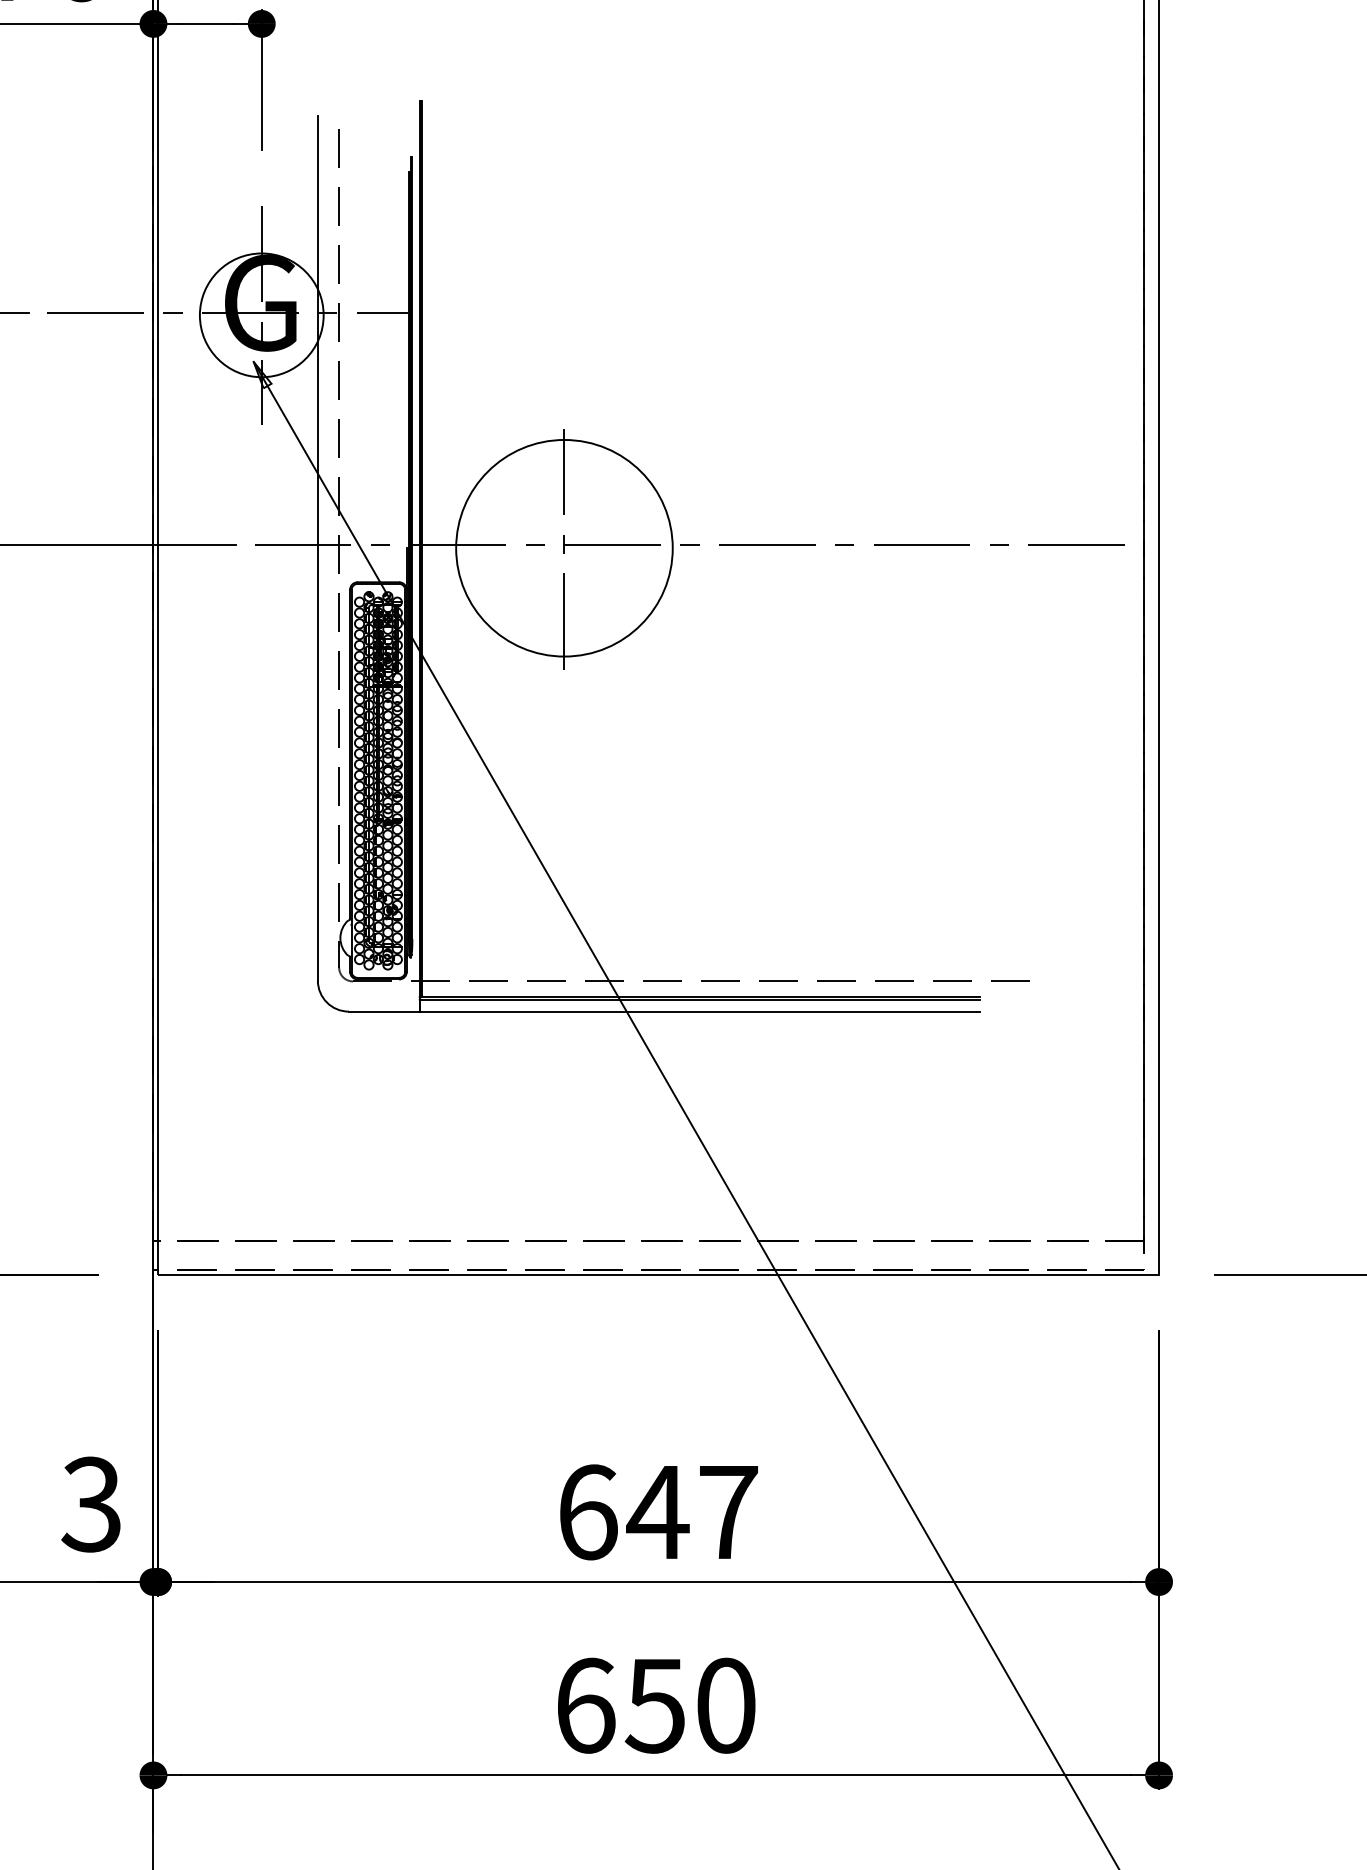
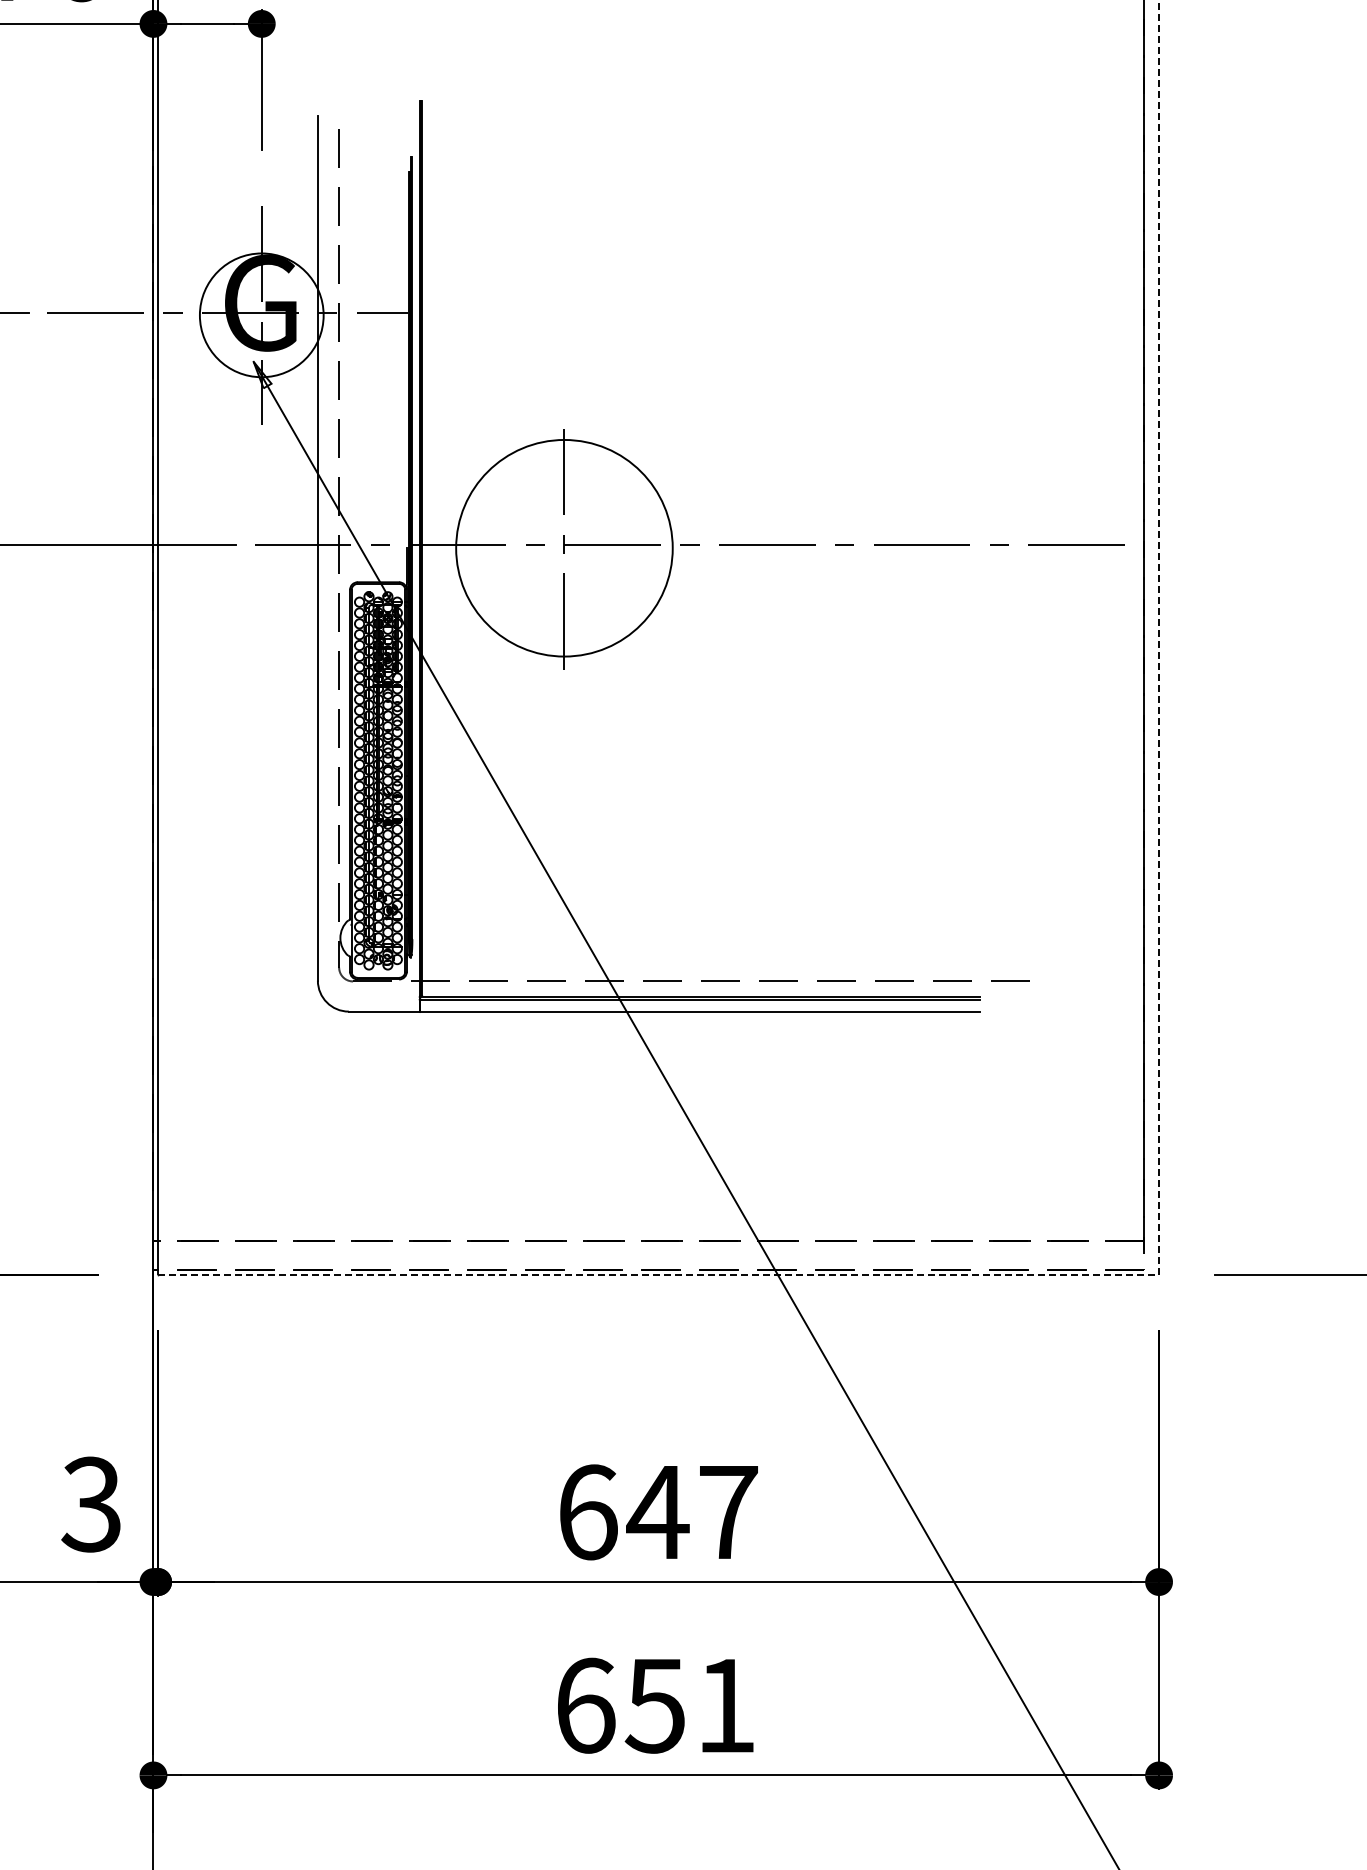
line at (1159, 1139): solid -> dashed
text at (726, 1705): 650 -> 651
